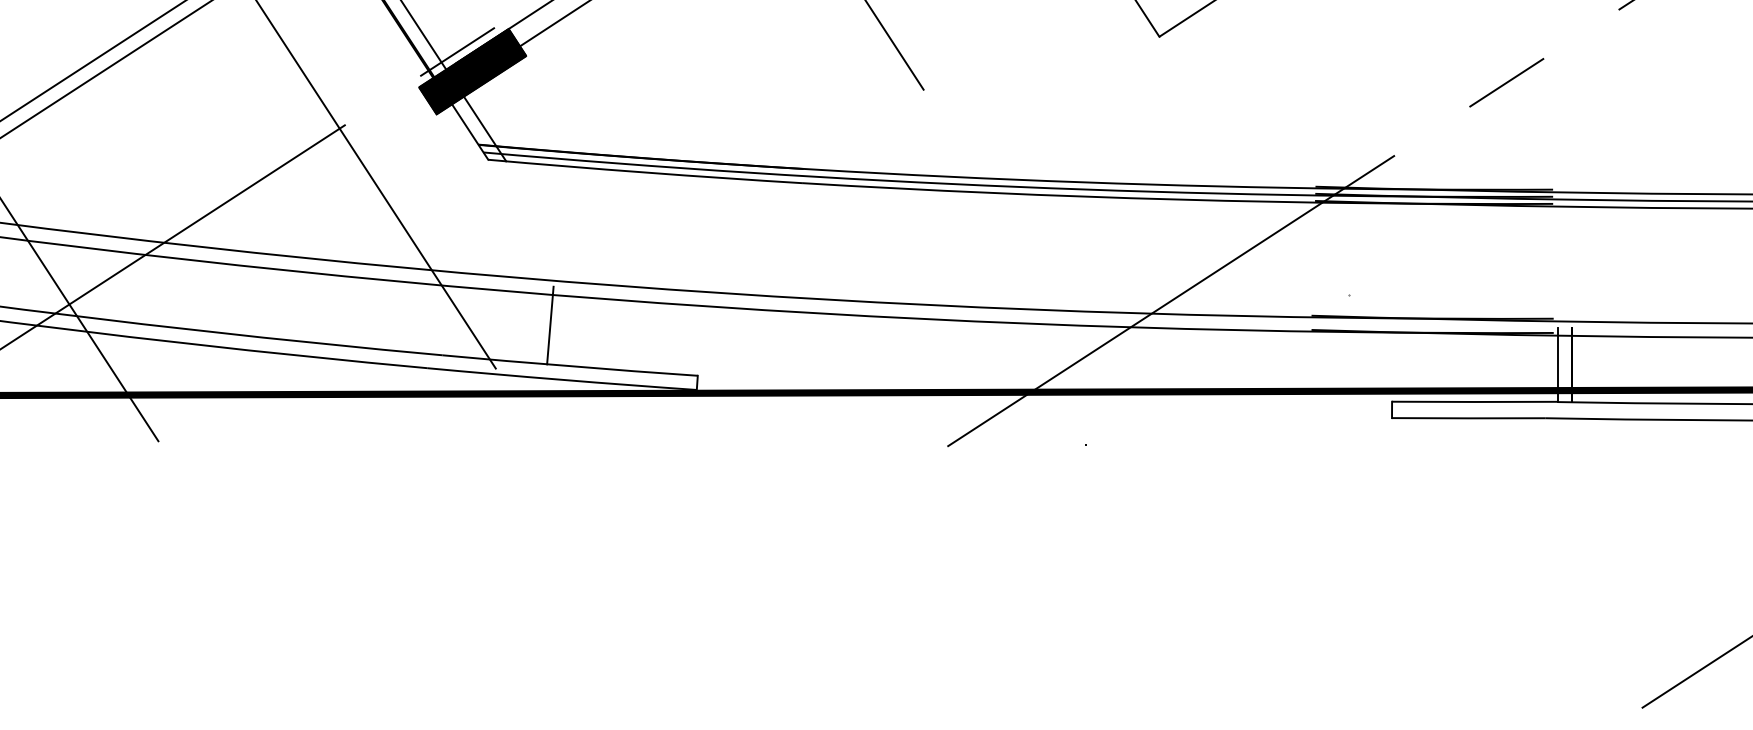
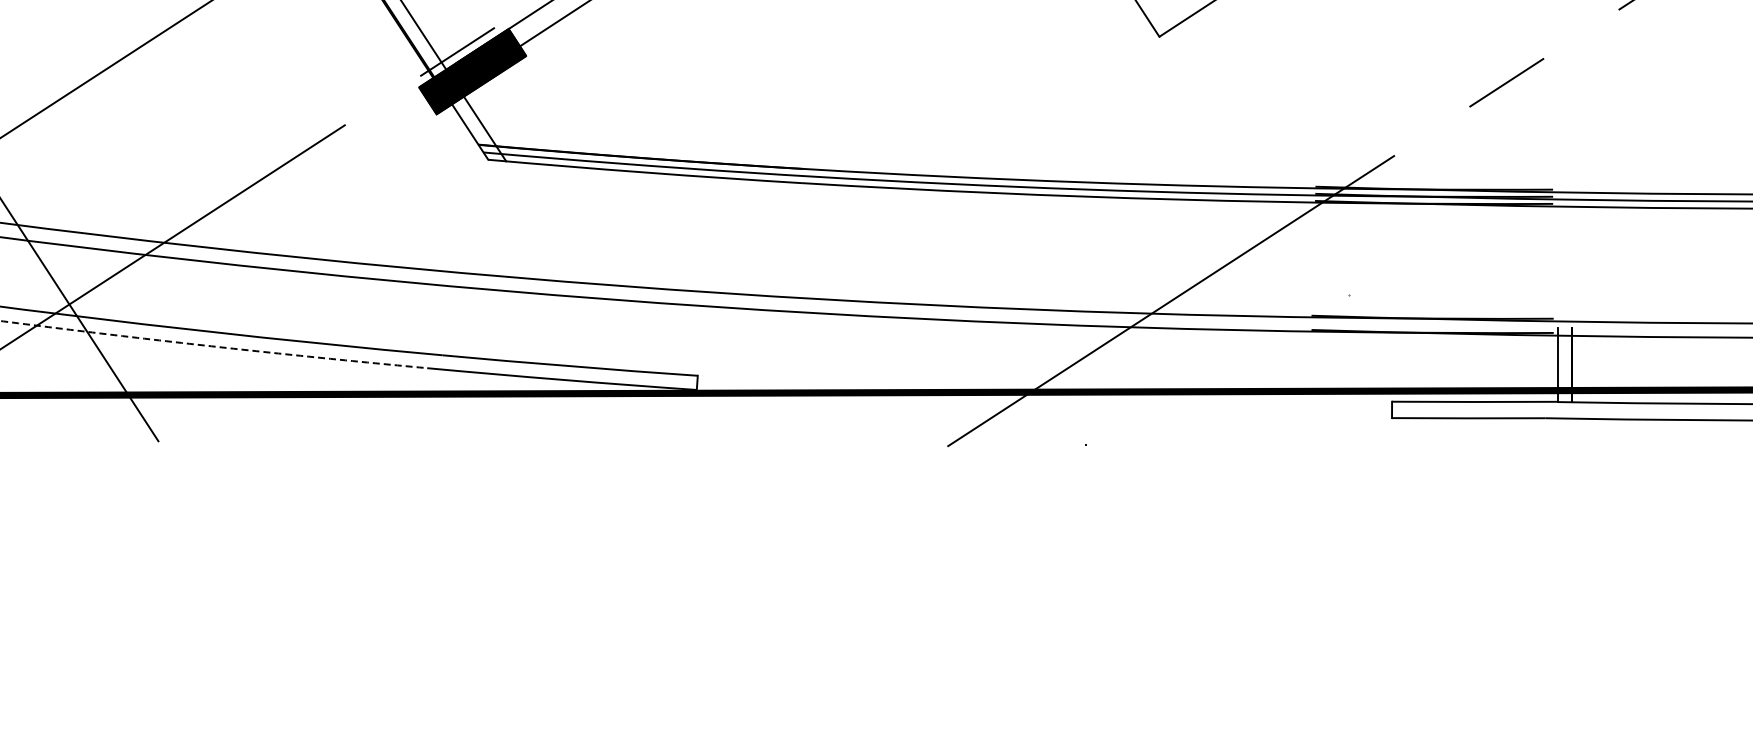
line at (895, 46): present -> none
line at (92, 60): present -> none
line at (376, 185): present -> none
line at (550, 325): present -> none
arc at (212, 346): solid -> dashed
line at (1695, 672): present -> none
